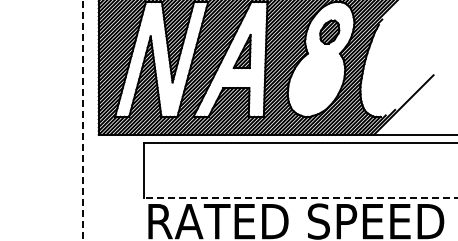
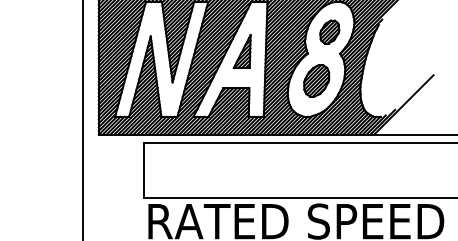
part at (316, 80): none -> present
line at (82, 120): dashed -> solid
line at (300, 198): dashed -> solid
